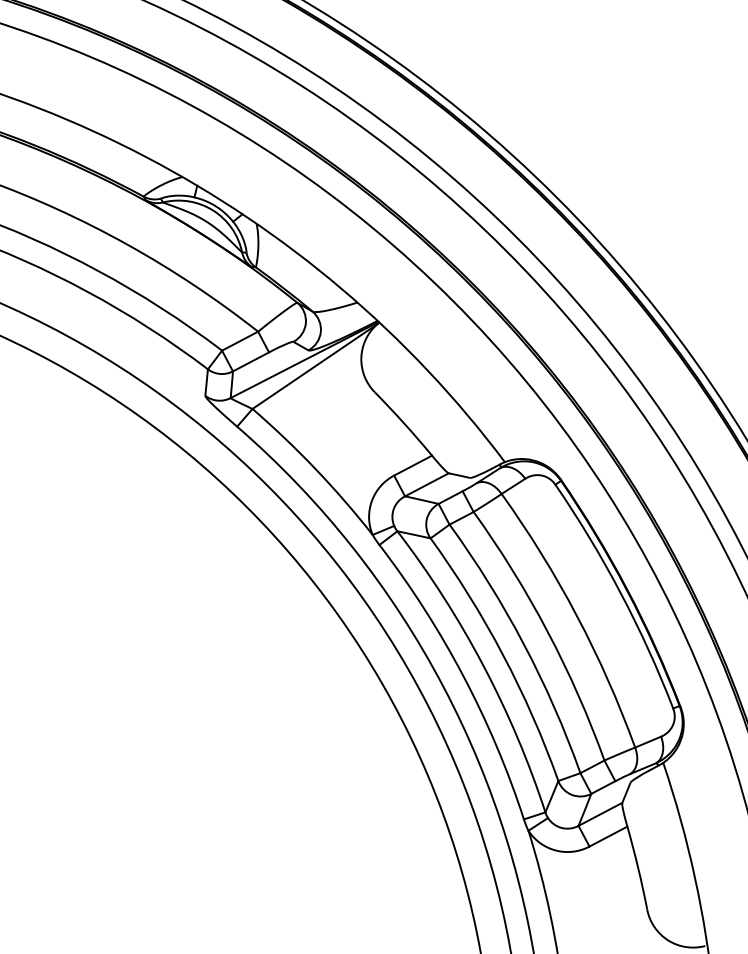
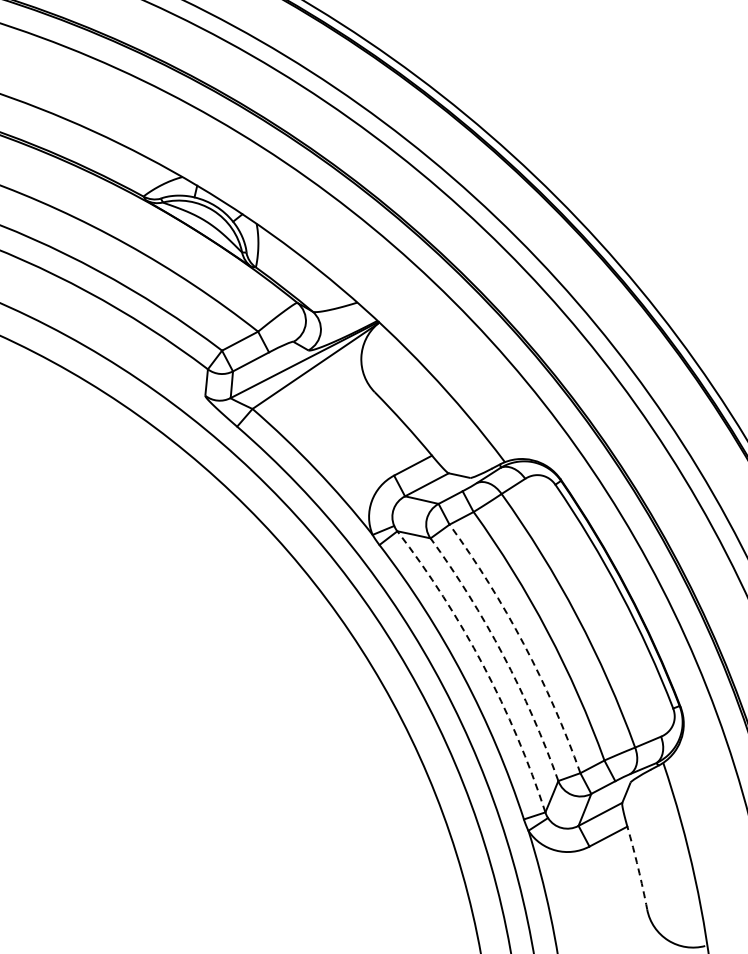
arc at (523, 644): solid -> dashed
arc at (503, 655): solid -> dashed
arc at (483, 665): solid -> dashed
arc at (638, 867): solid -> dashed
